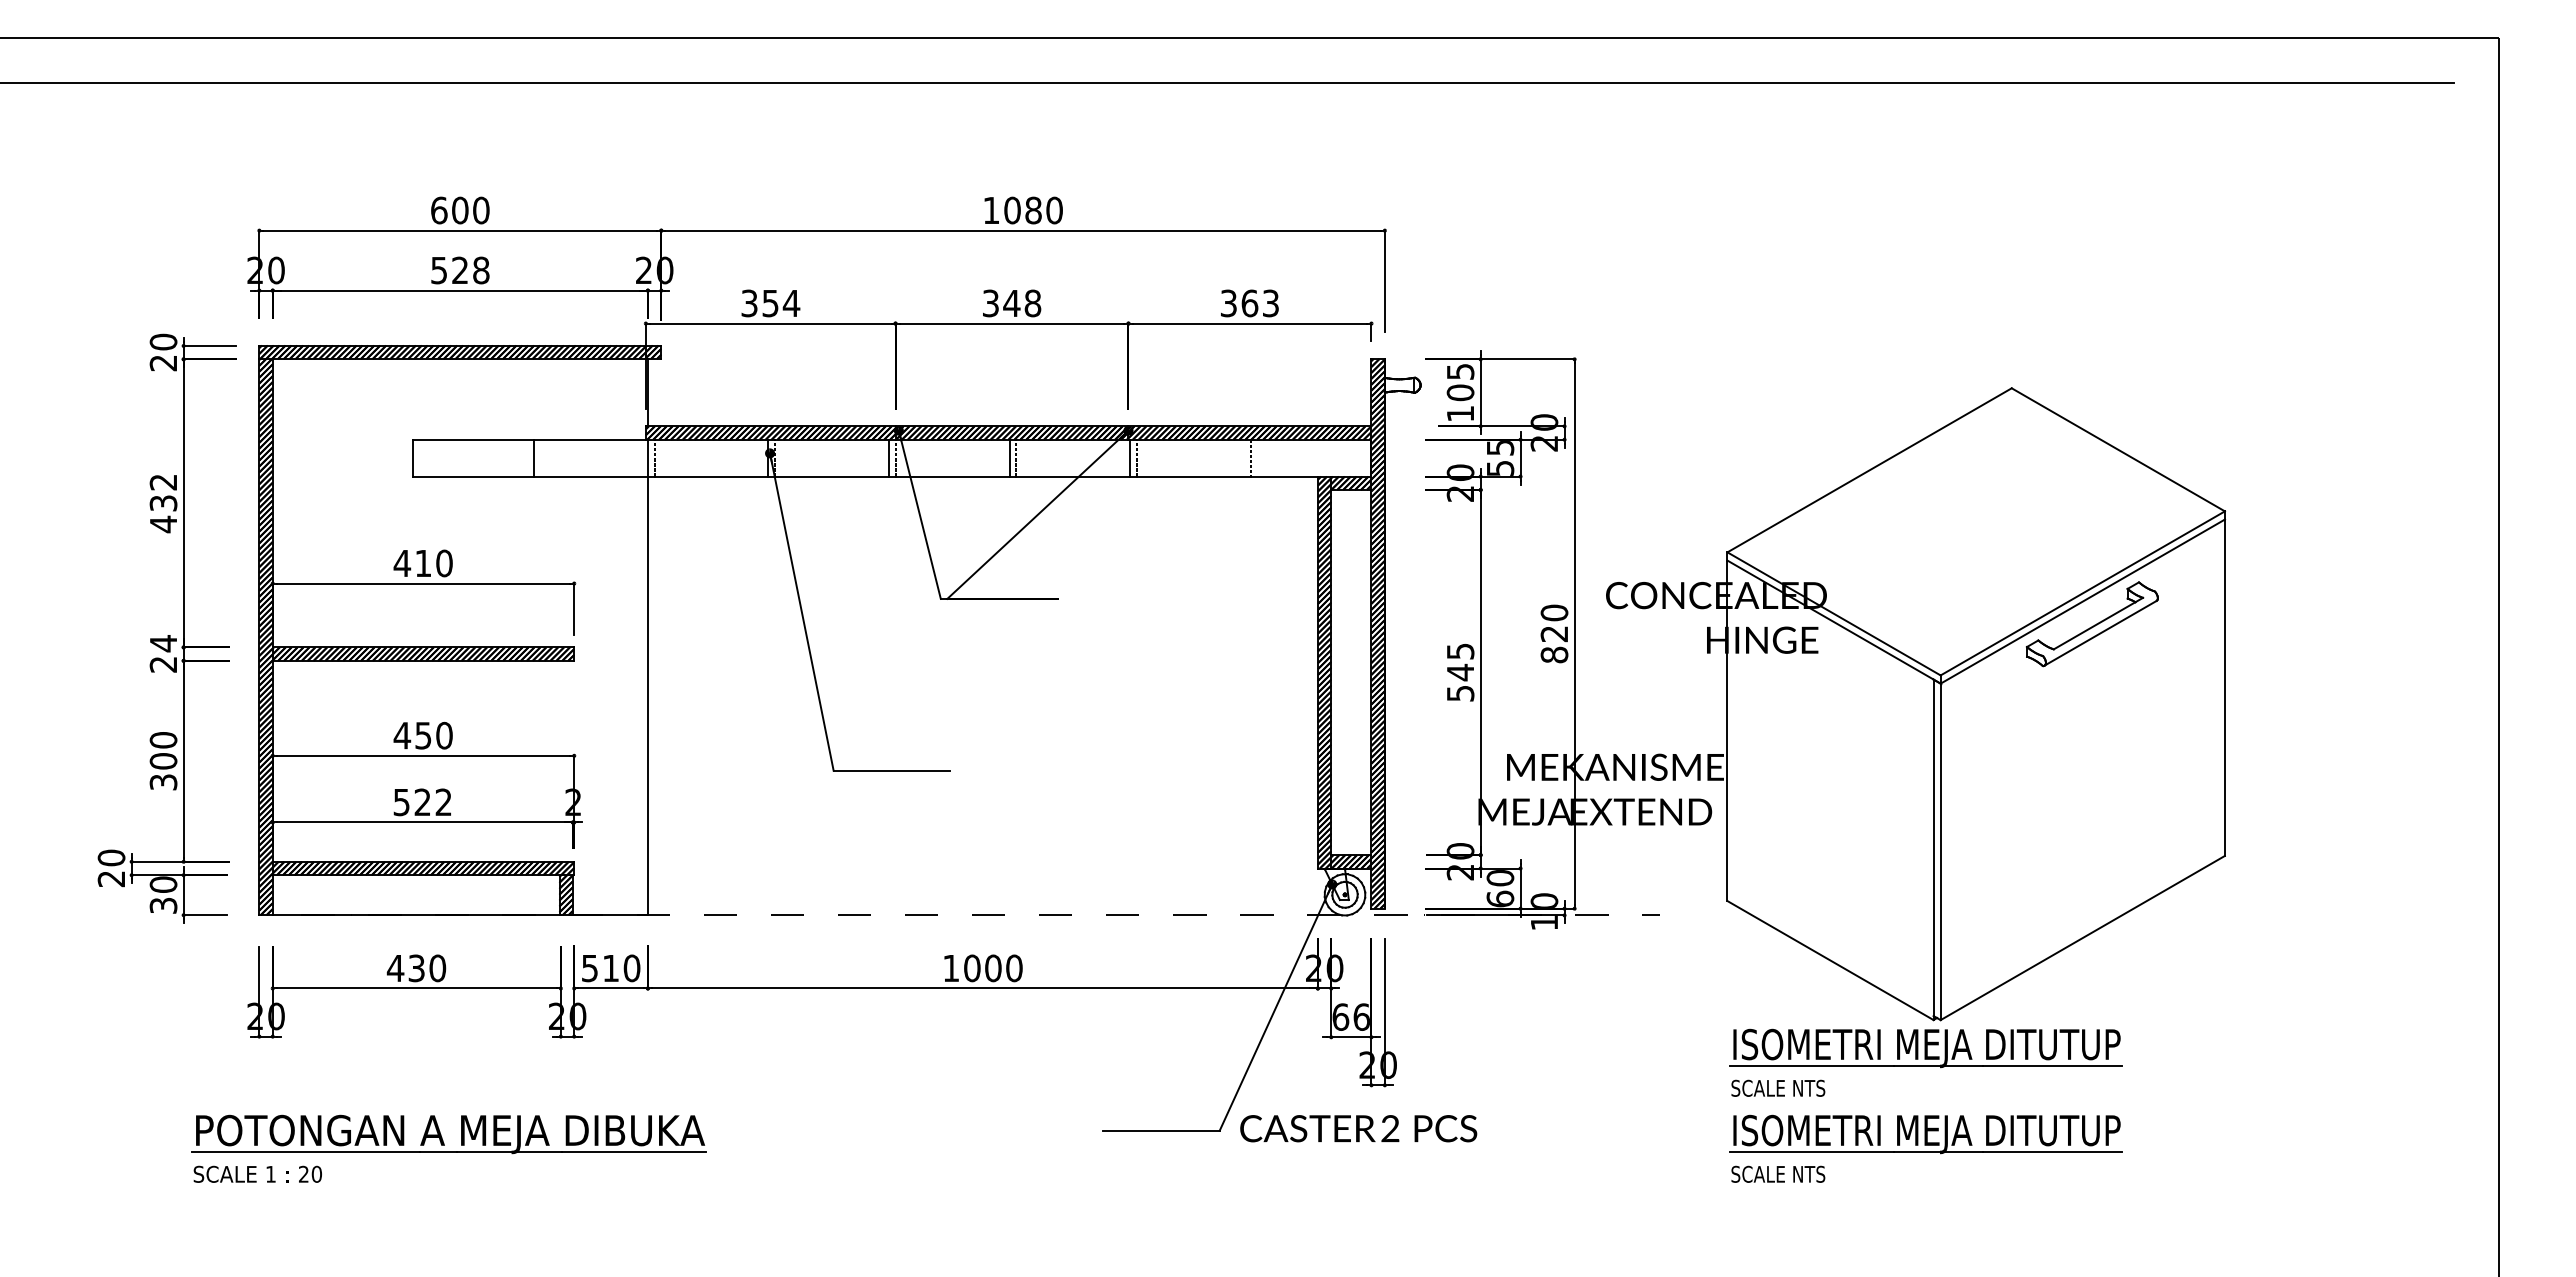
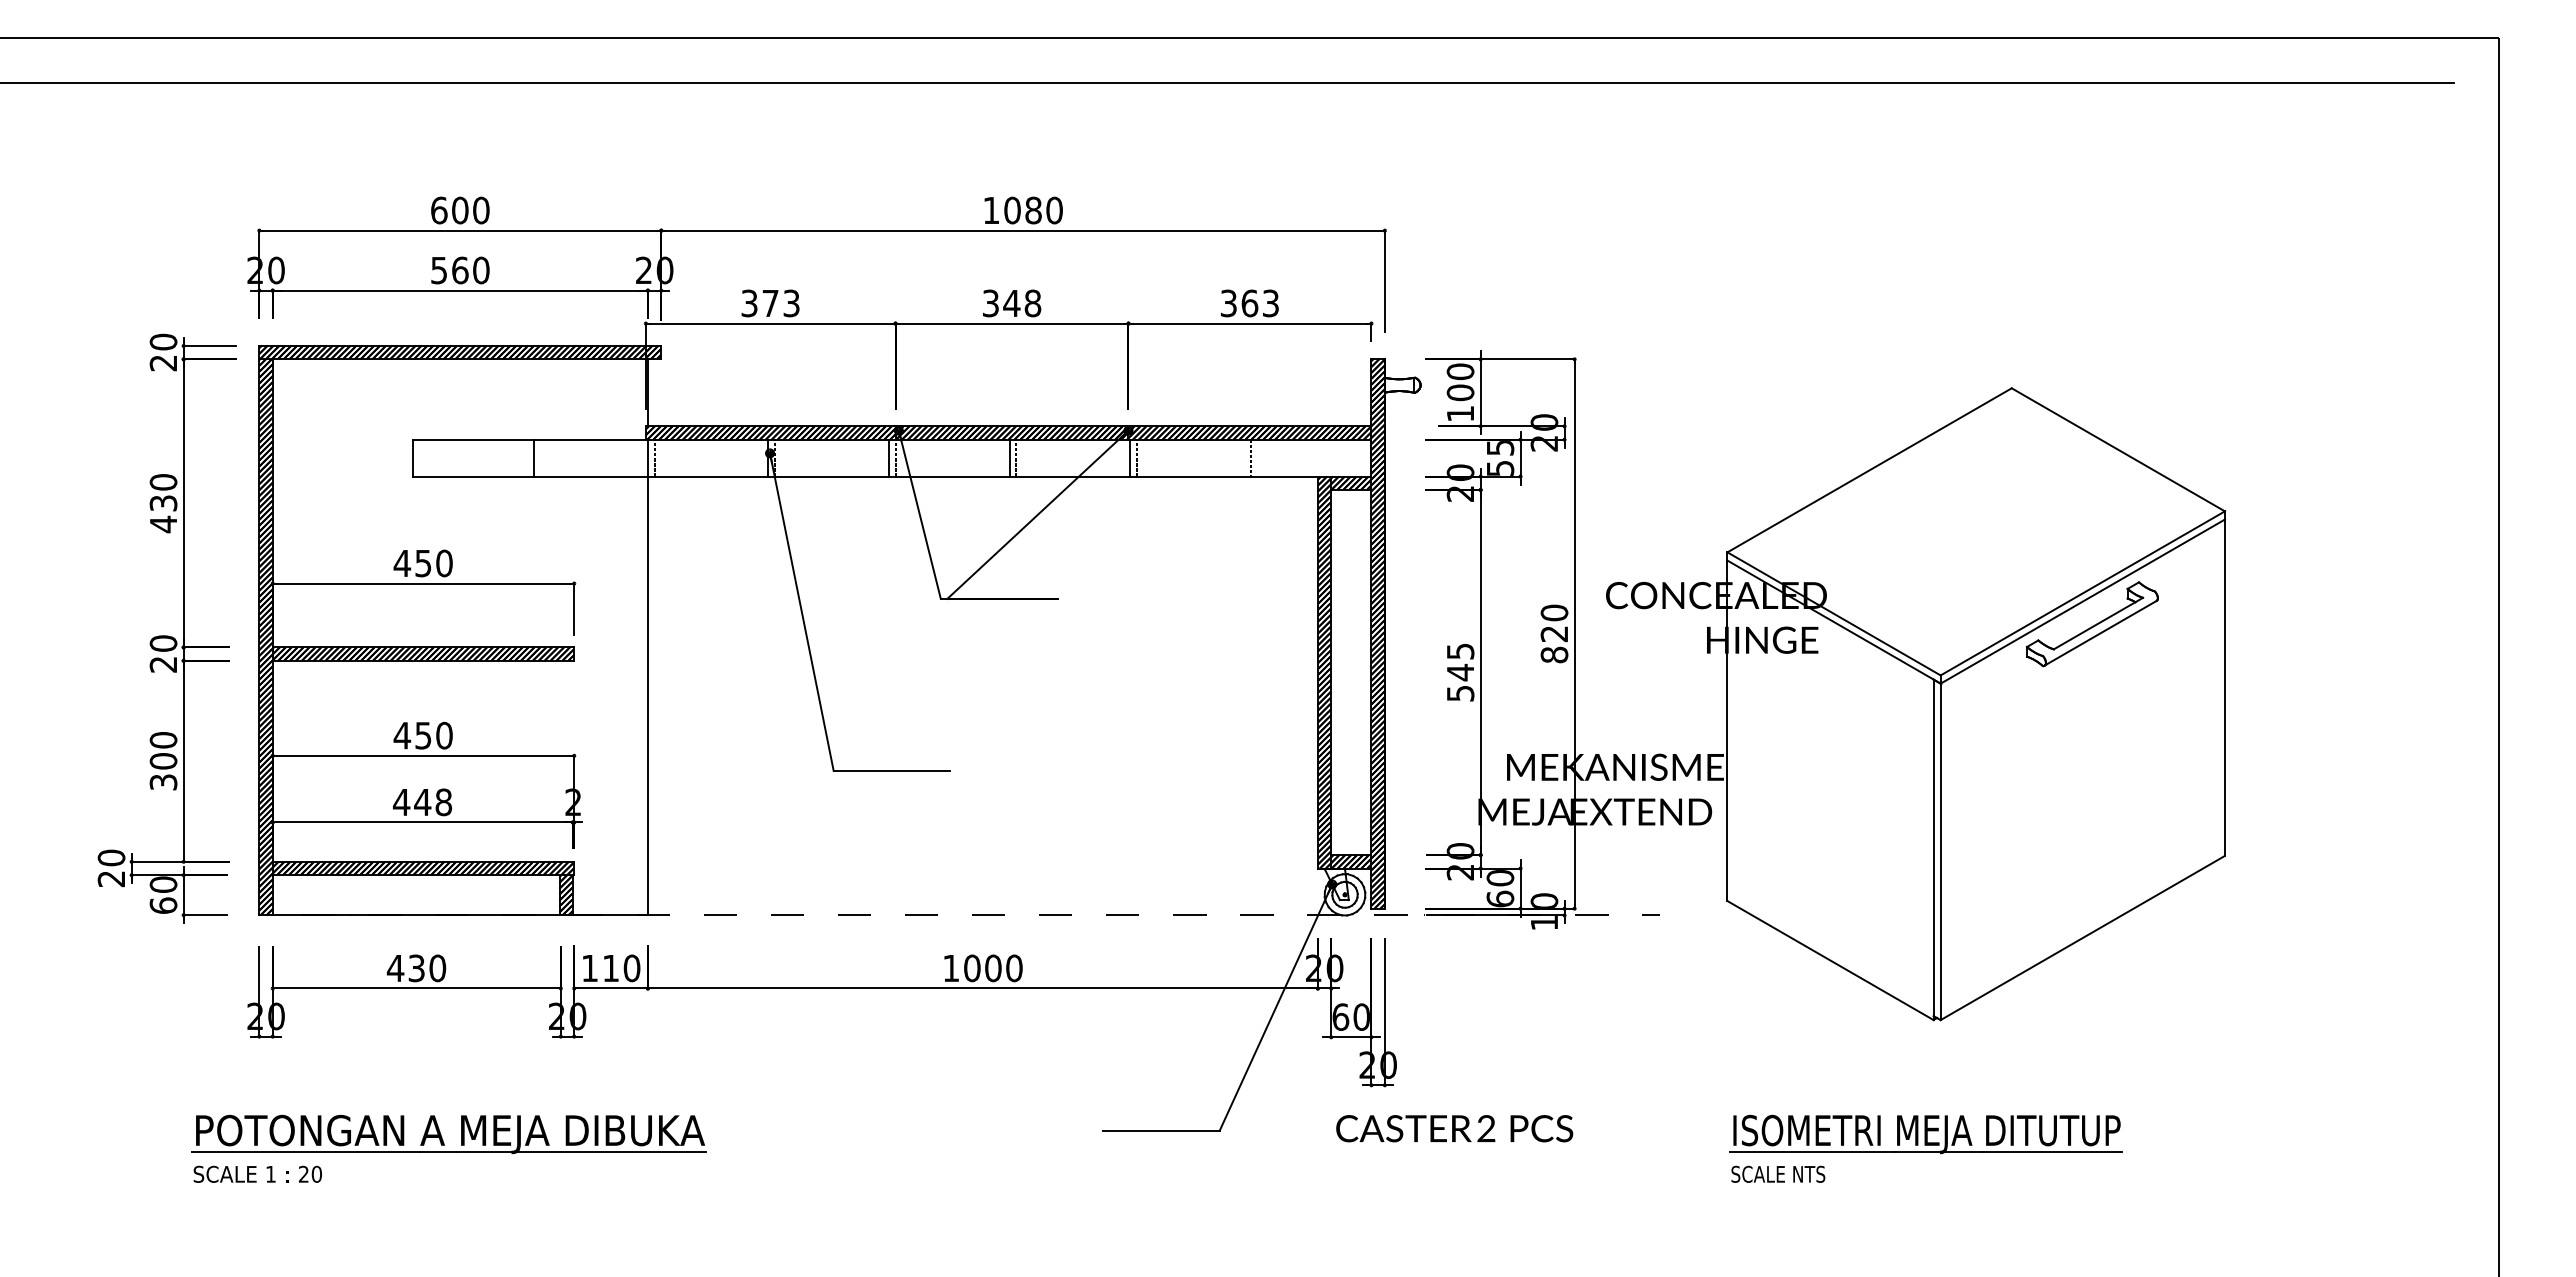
text at (470, 270): 528 -> 560
text at (781, 303): 354 -> 373
text at (1460, 371): 105 -> 100
text at (163, 482): 432 -> 430
text at (423, 563): 410 -> 450
text at (163, 643): 24 -> 20
text at (422, 802): 522 -> 448
text at (163, 905): 30 -> 60
text at (589, 968): 510 -> 110
text at (1361, 1016): 66 -> 60
part at (1925, 1062): present -> none
text at (1358, 1128) position: (1358, 1128) -> (1454, 1128)
